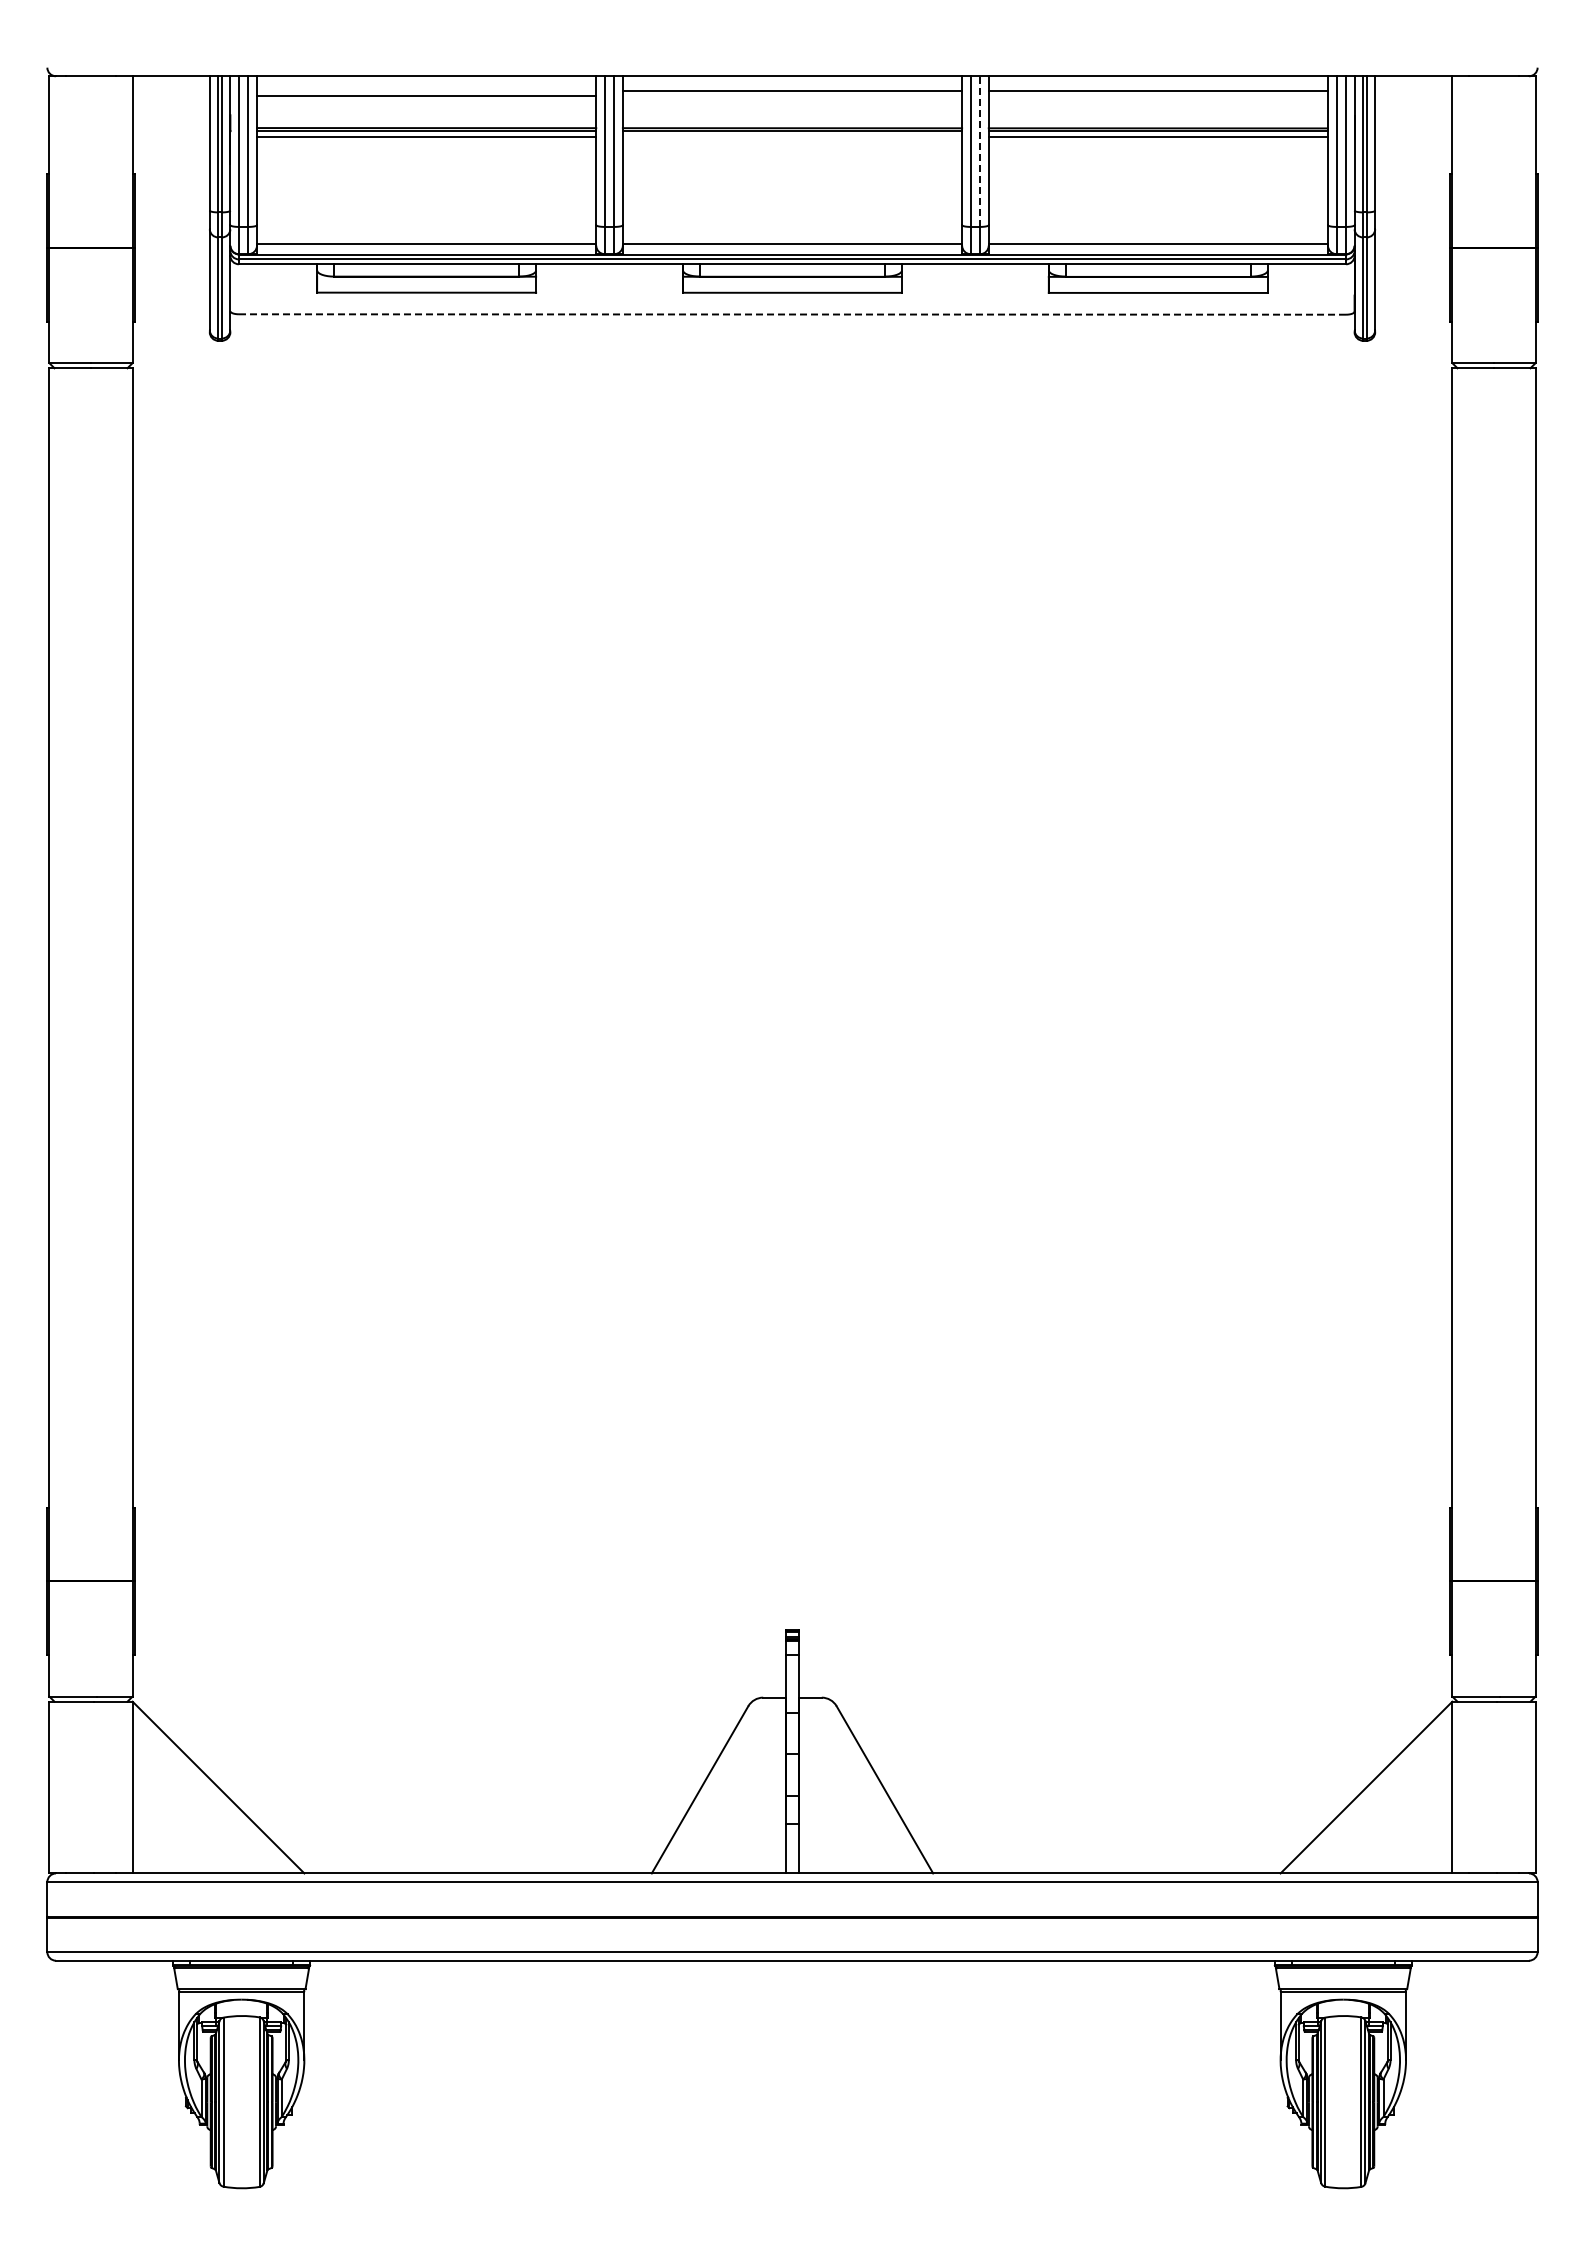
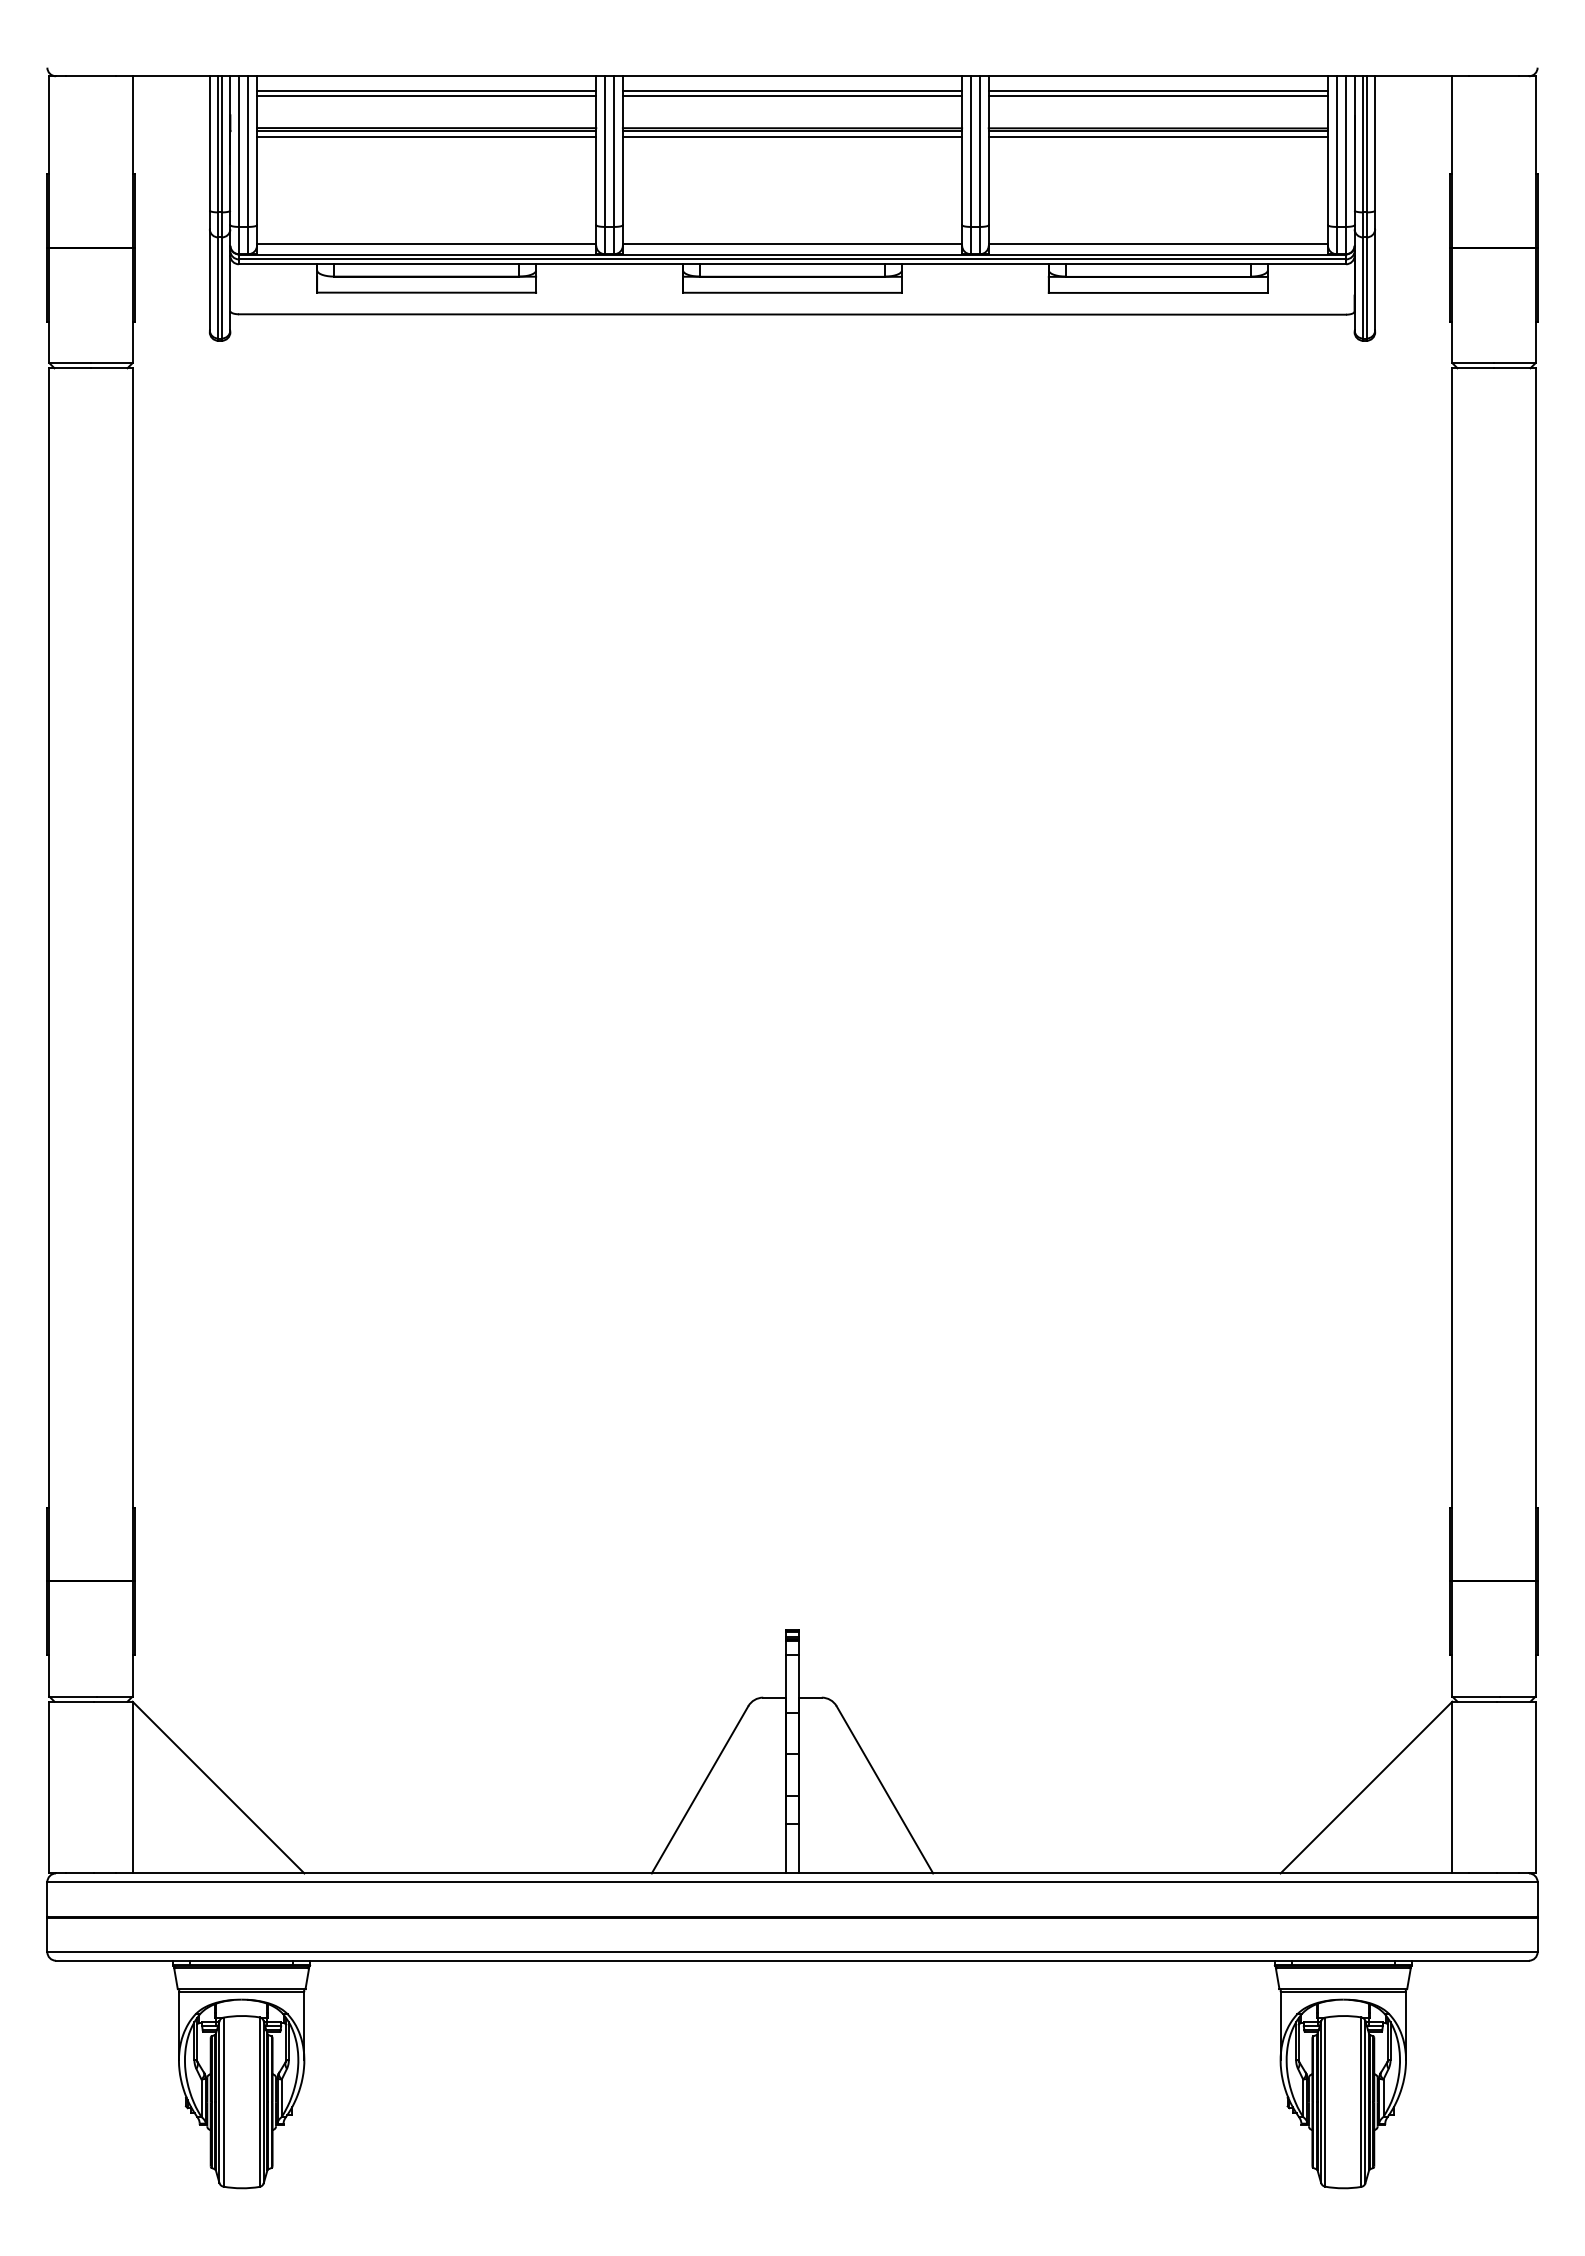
line at (426, 90): none -> present
line at (792, 96): none -> present
line at (1157, 96): none -> present
line at (792, 136): none -> present
line at (980, 151): dashed -> solid
line at (792, 314): dashed -> solid
